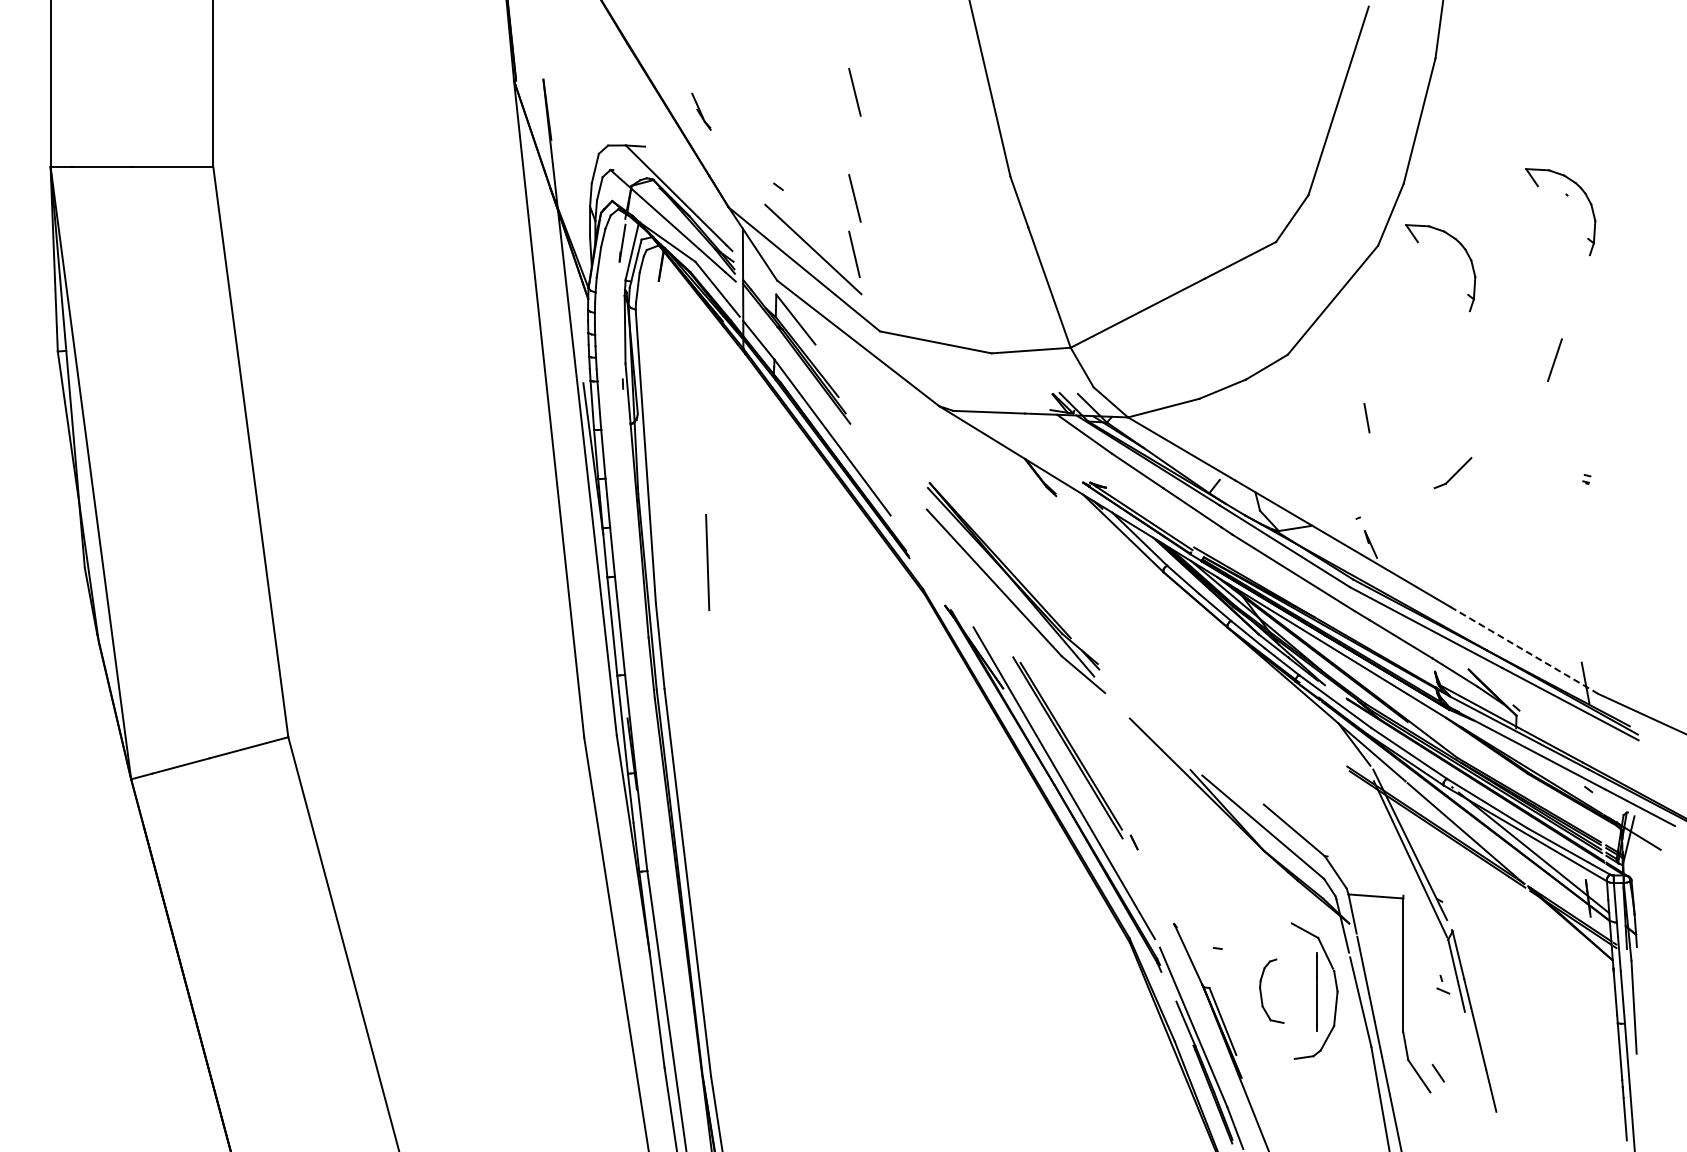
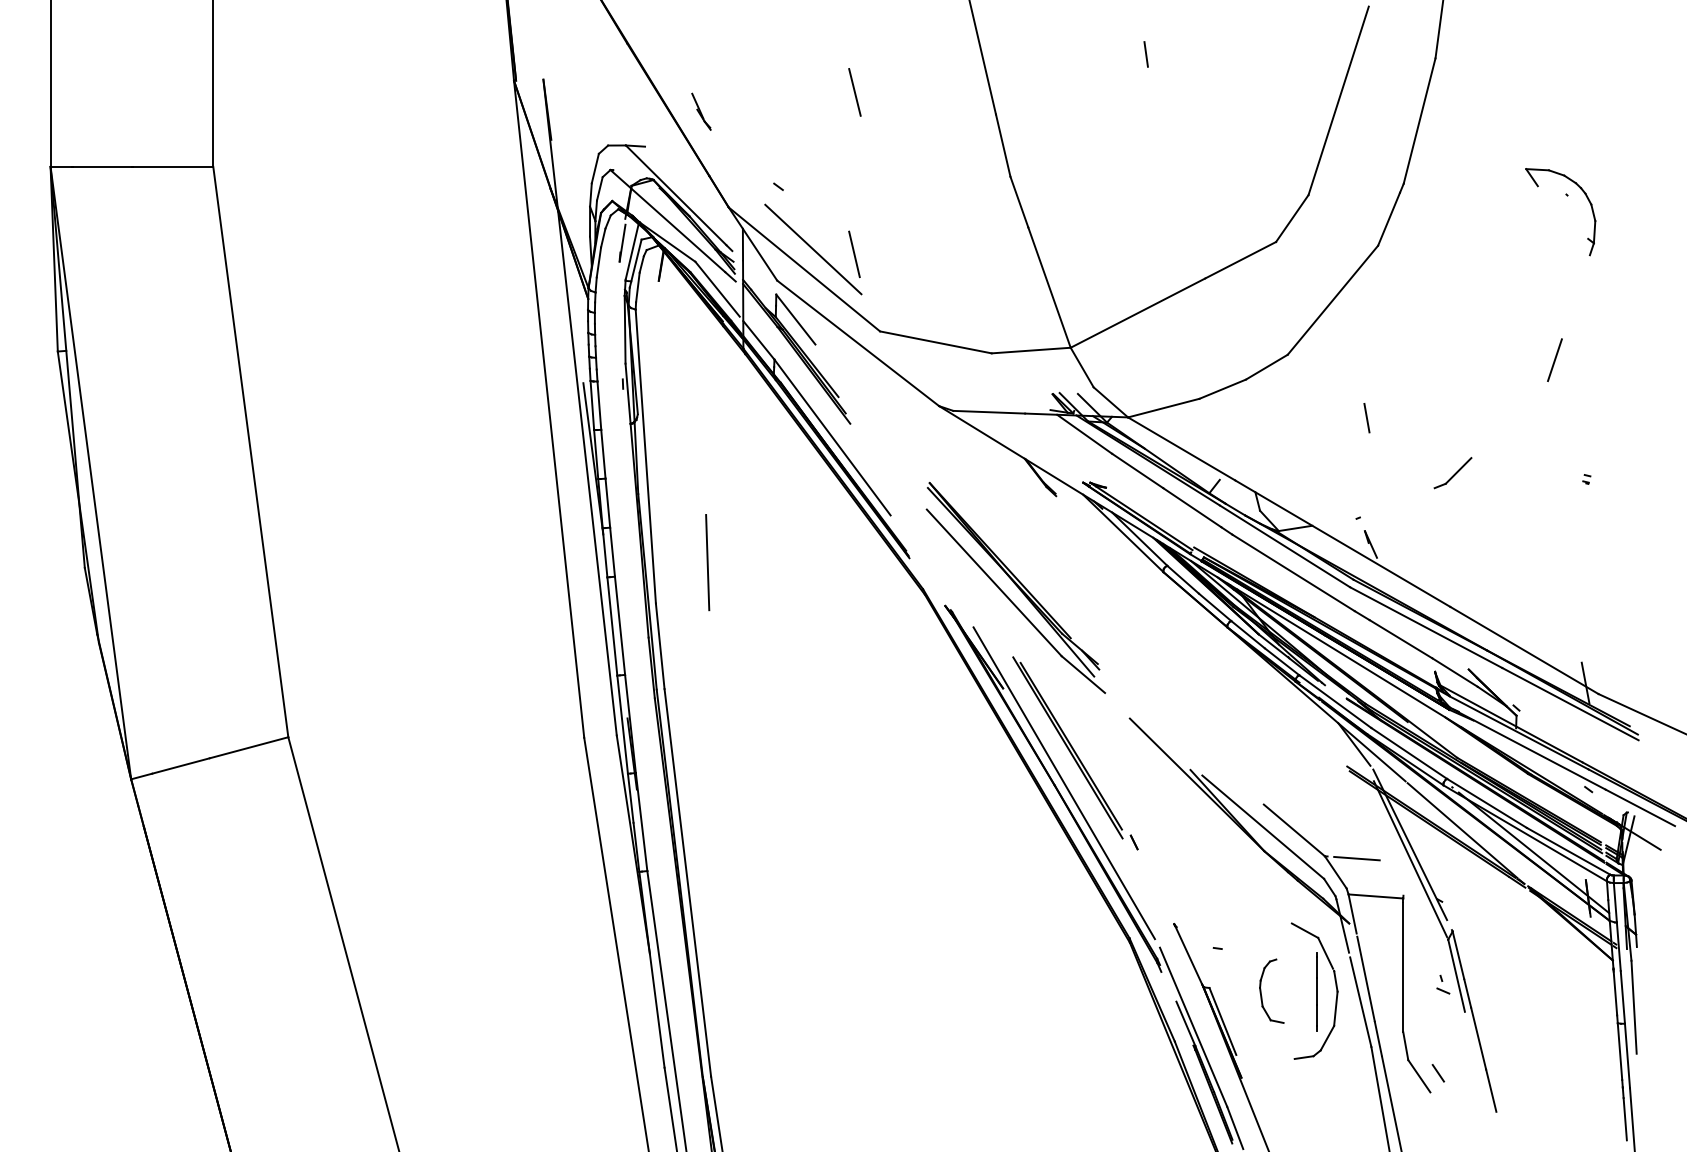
line at (1145, 54): none -> present
line at (854, 198): present -> none
part at (1465, 252): present -> none
line at (1524, 650): dashed -> solid
line at (1356, 858): none -> present
